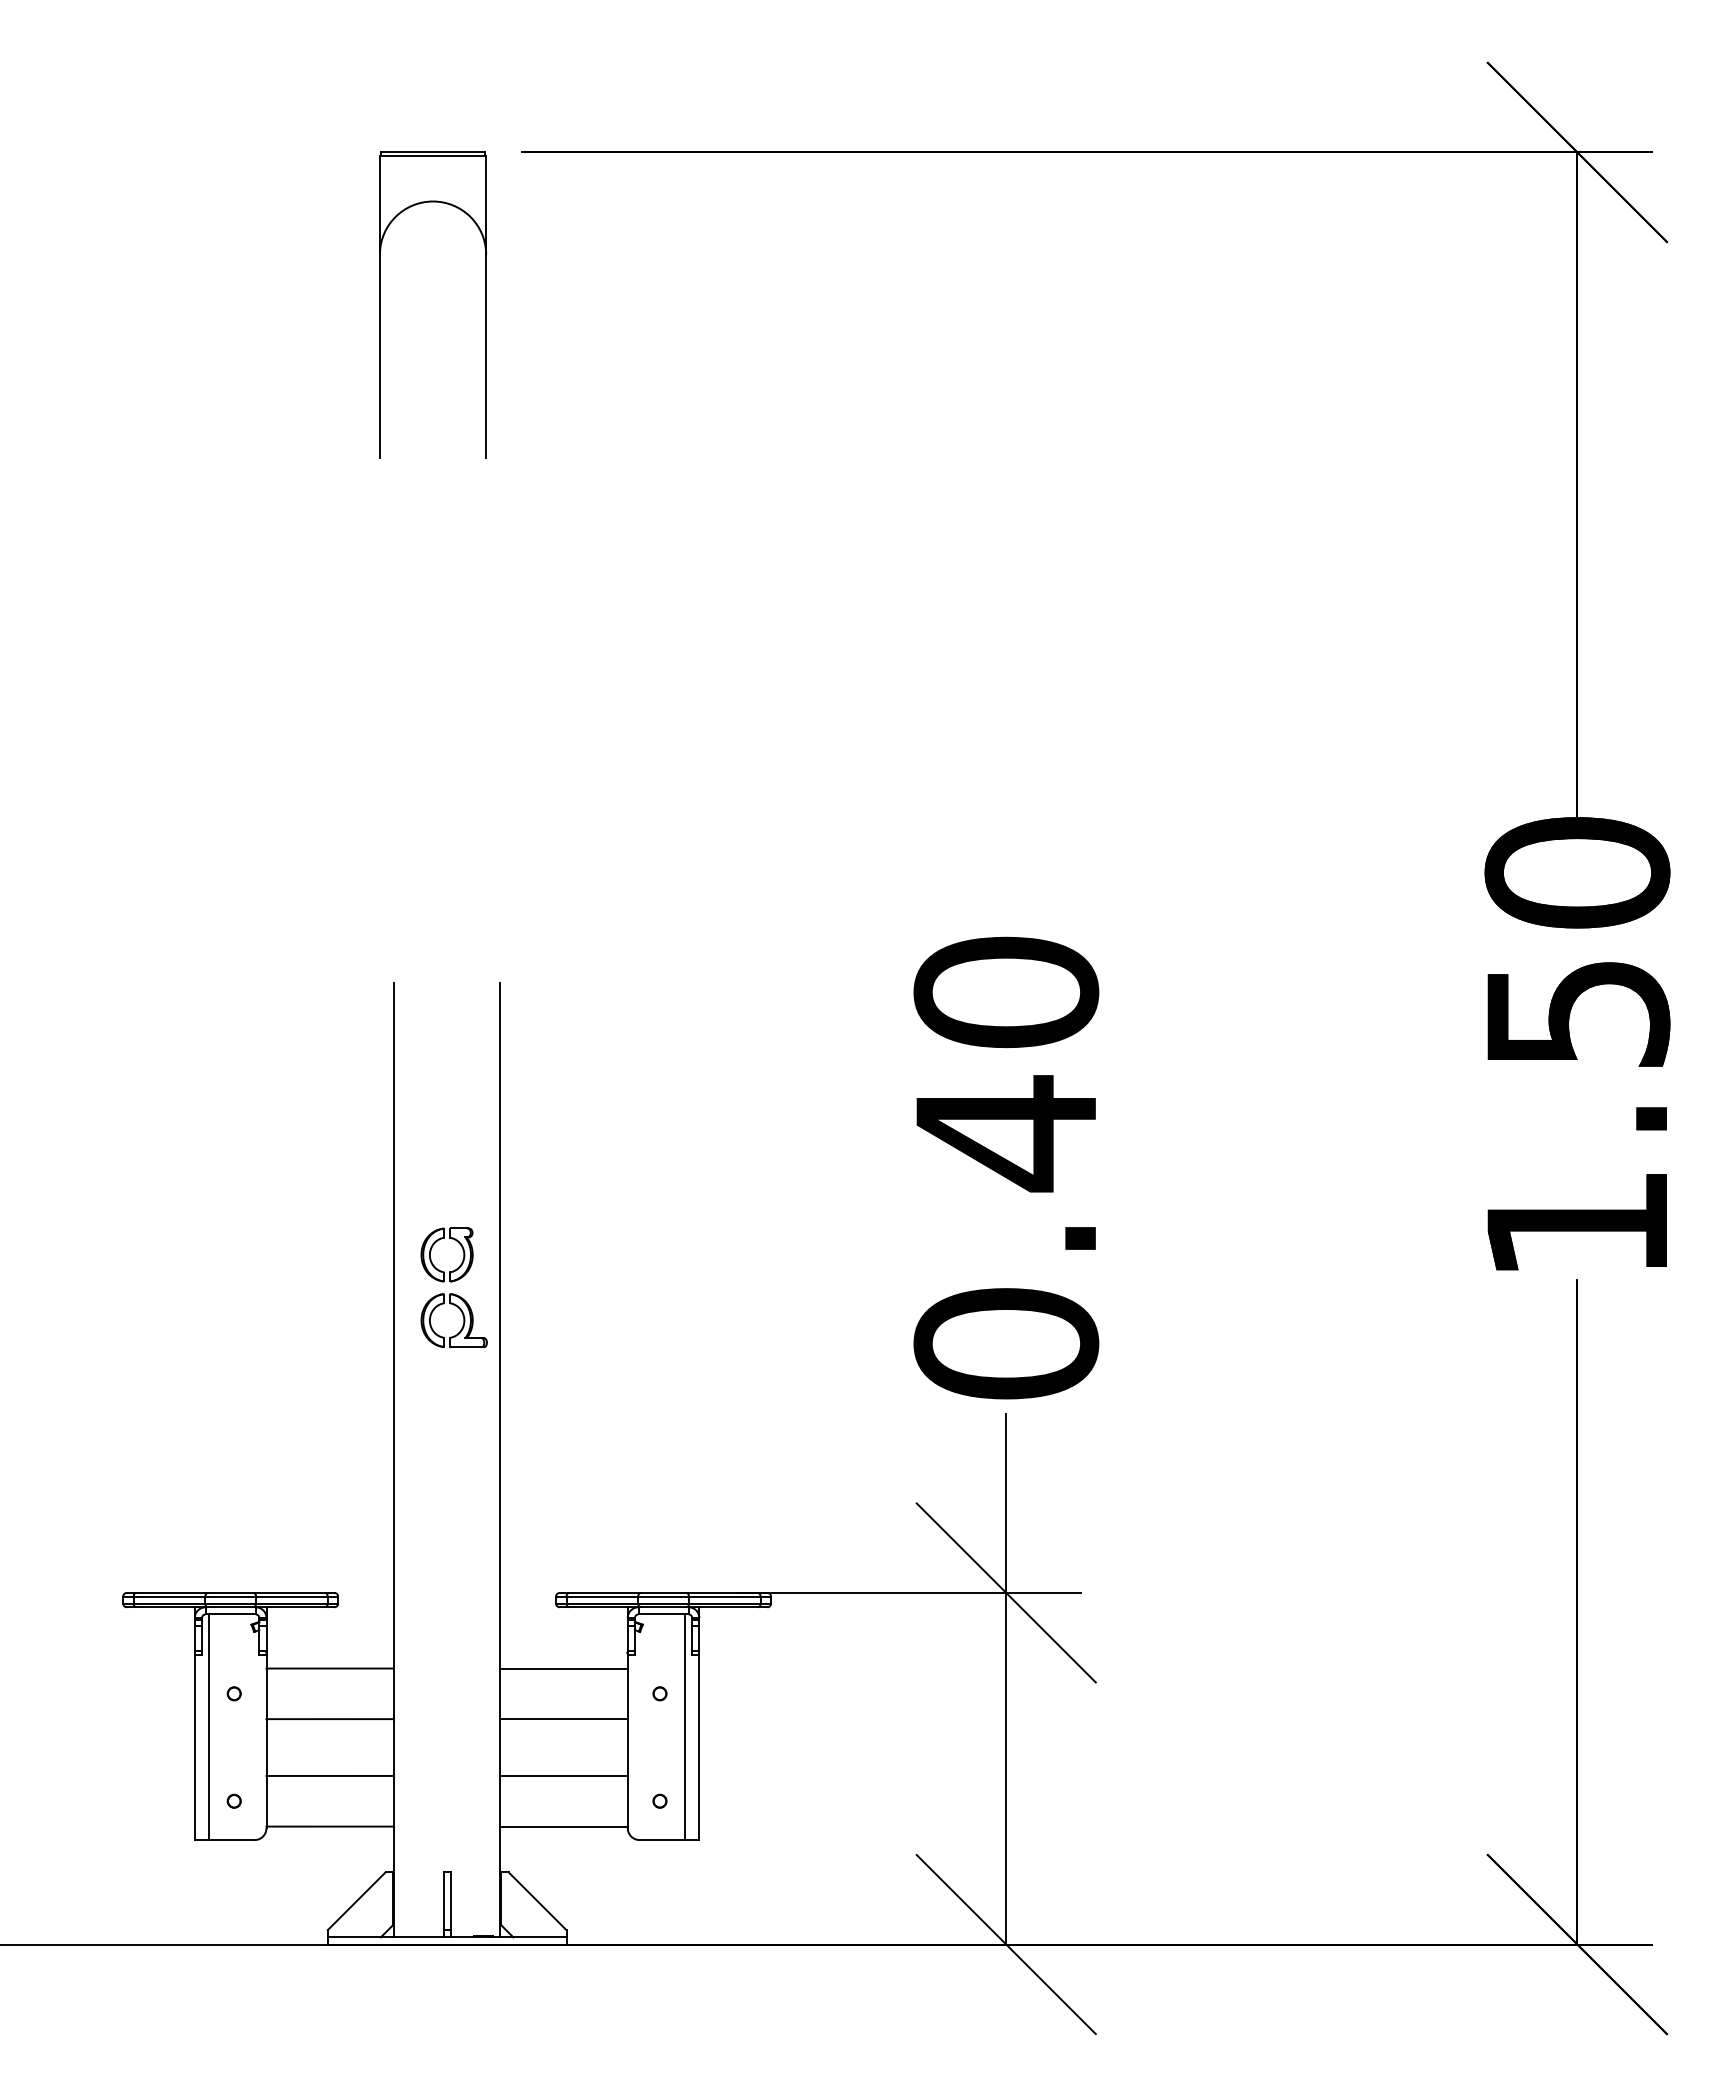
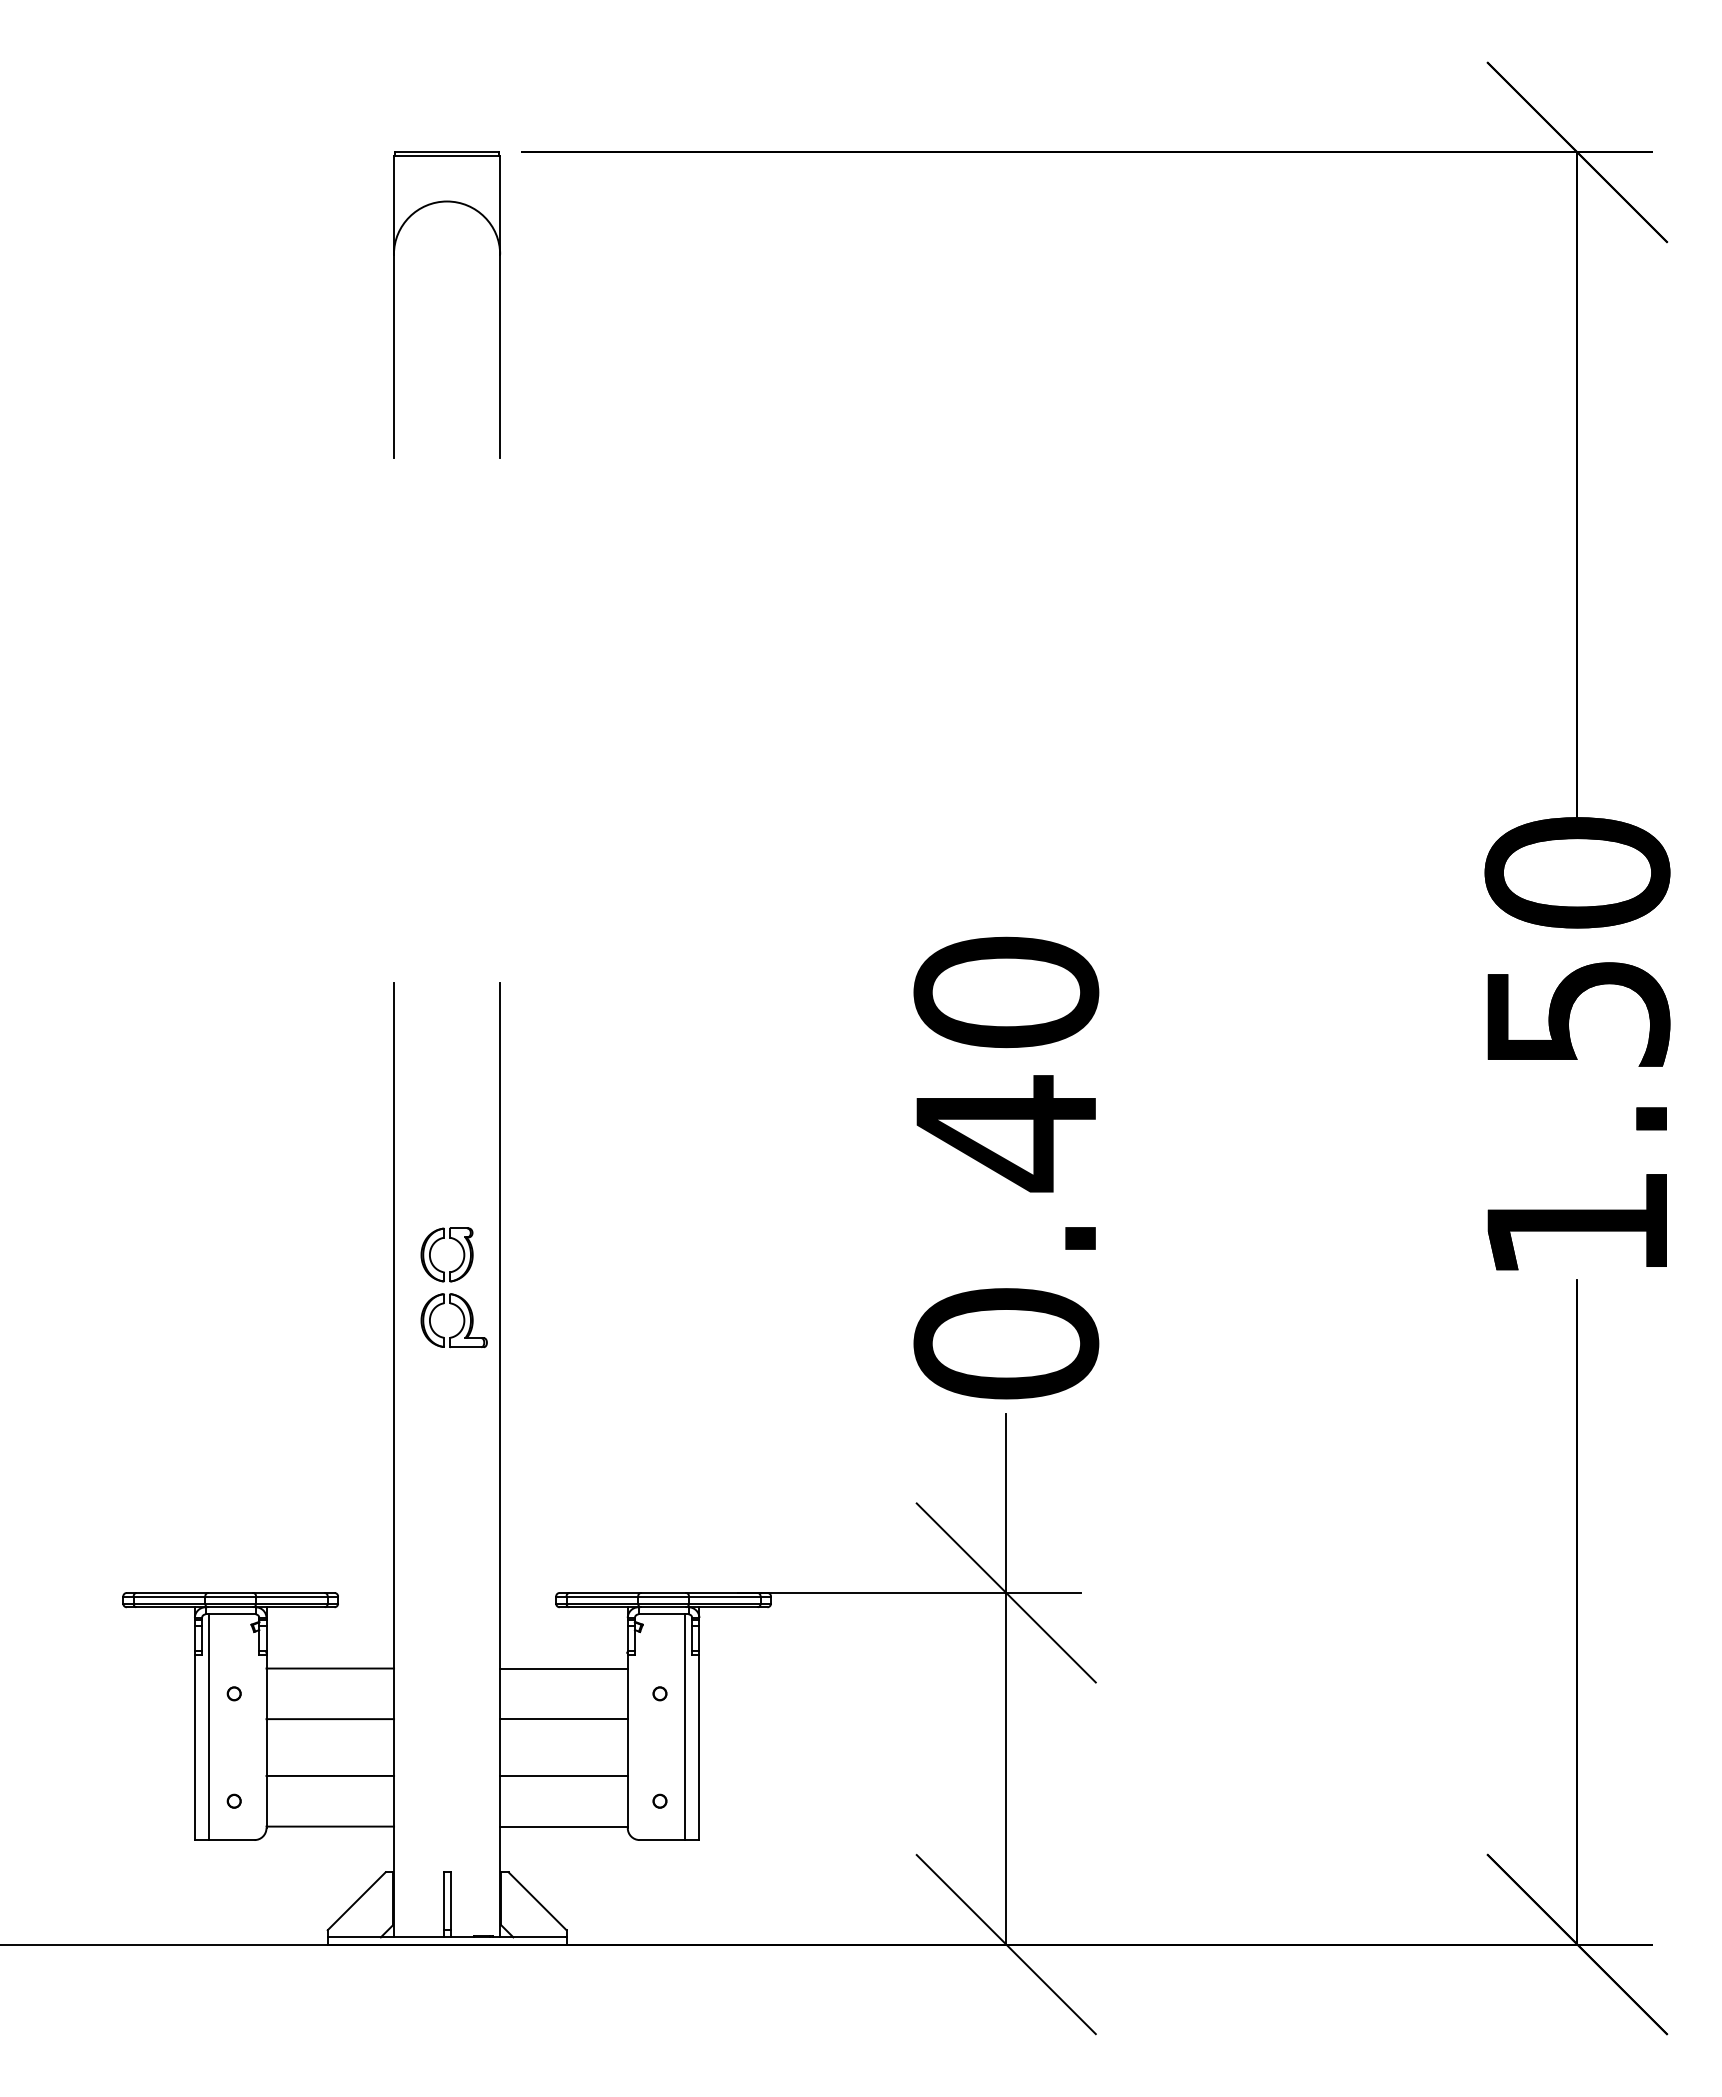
part at (485, 304) position: (485, 304) -> (499, 304)
